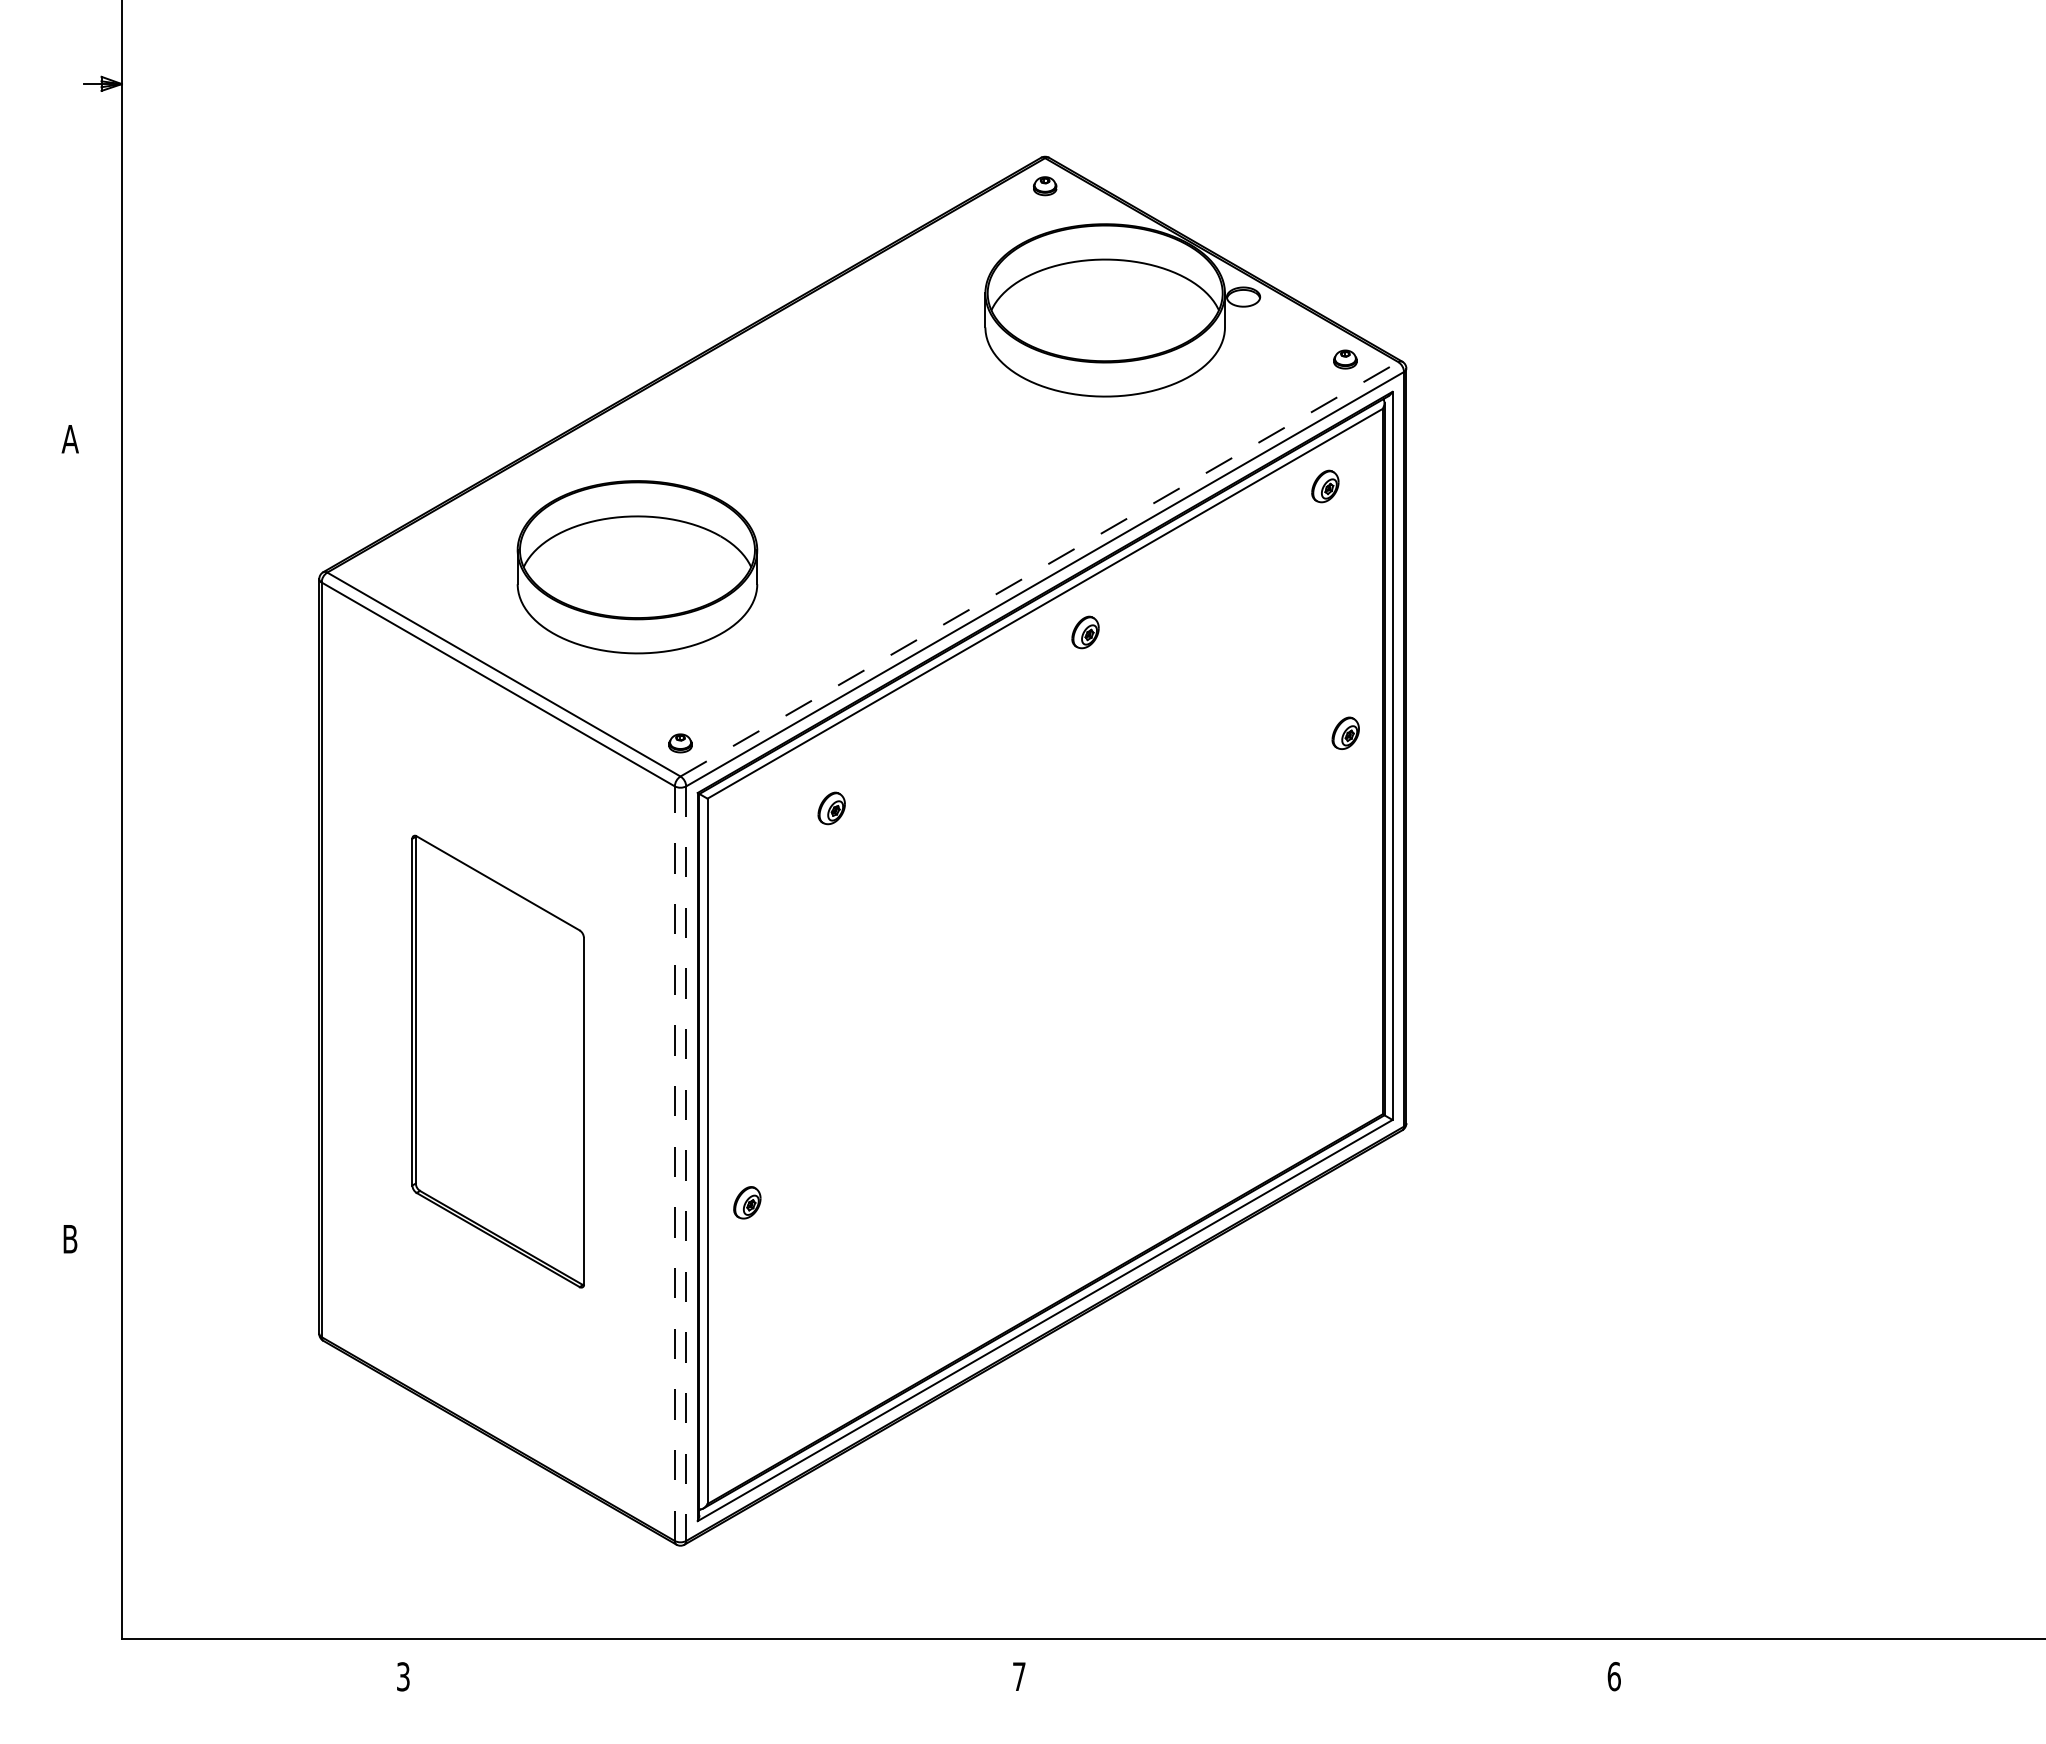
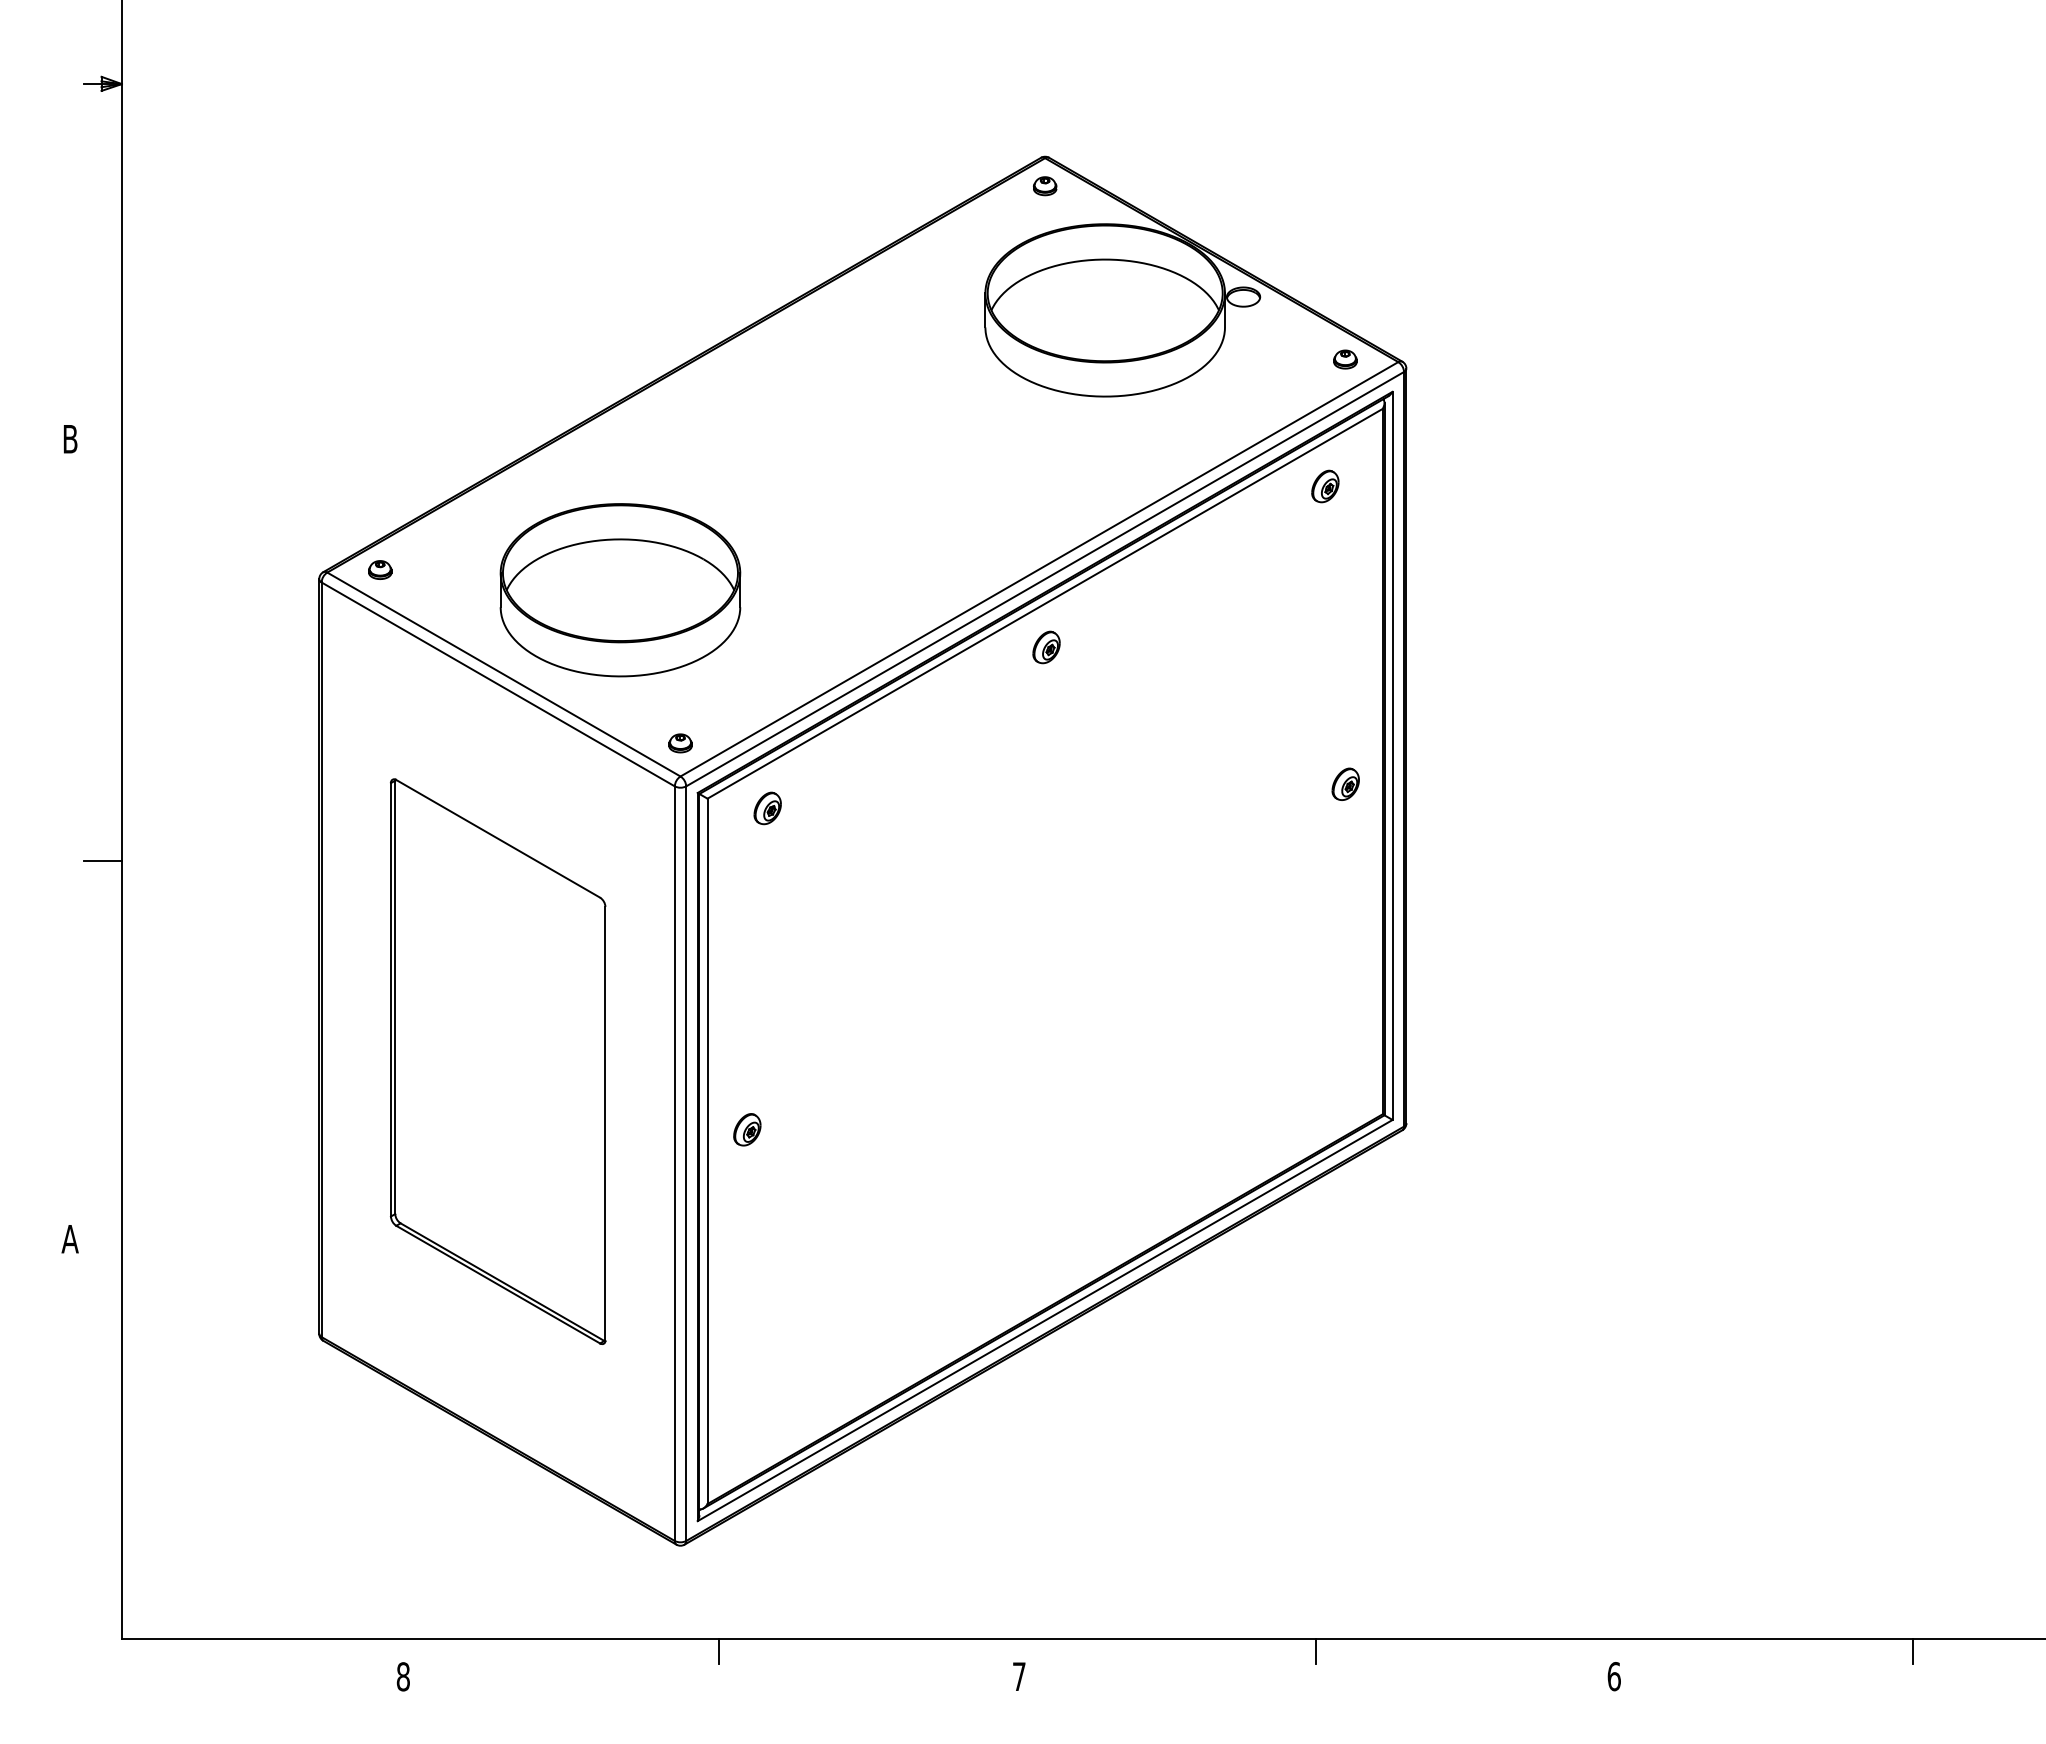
text at (69, 439): A -> B
part at (637, 567) position: (637, 567) -> (620, 590)
part at (380, 569): none -> present
line at (1039, 569): dashed -> solid
part at (1085, 632) position: (1085, 632) -> (1046, 647)
part at (1345, 732) position: (1345, 732) -> (1345, 783)
part at (831, 808) position: (831, 808) -> (767, 808)
line at (102, 861): none -> present
part at (497, 1061) size: 174x455 px -> 218x567 px
line at (674, 1163): dashed -> solid
line at (686, 1164): dashed -> solid
part at (747, 1202) position: (747, 1202) -> (747, 1129)
text at (69, 1239): B -> A
line at (719, 1651): none -> present
line at (1316, 1651): none -> present
line at (1913, 1651): none -> present
text at (402, 1676): 3 -> 8
